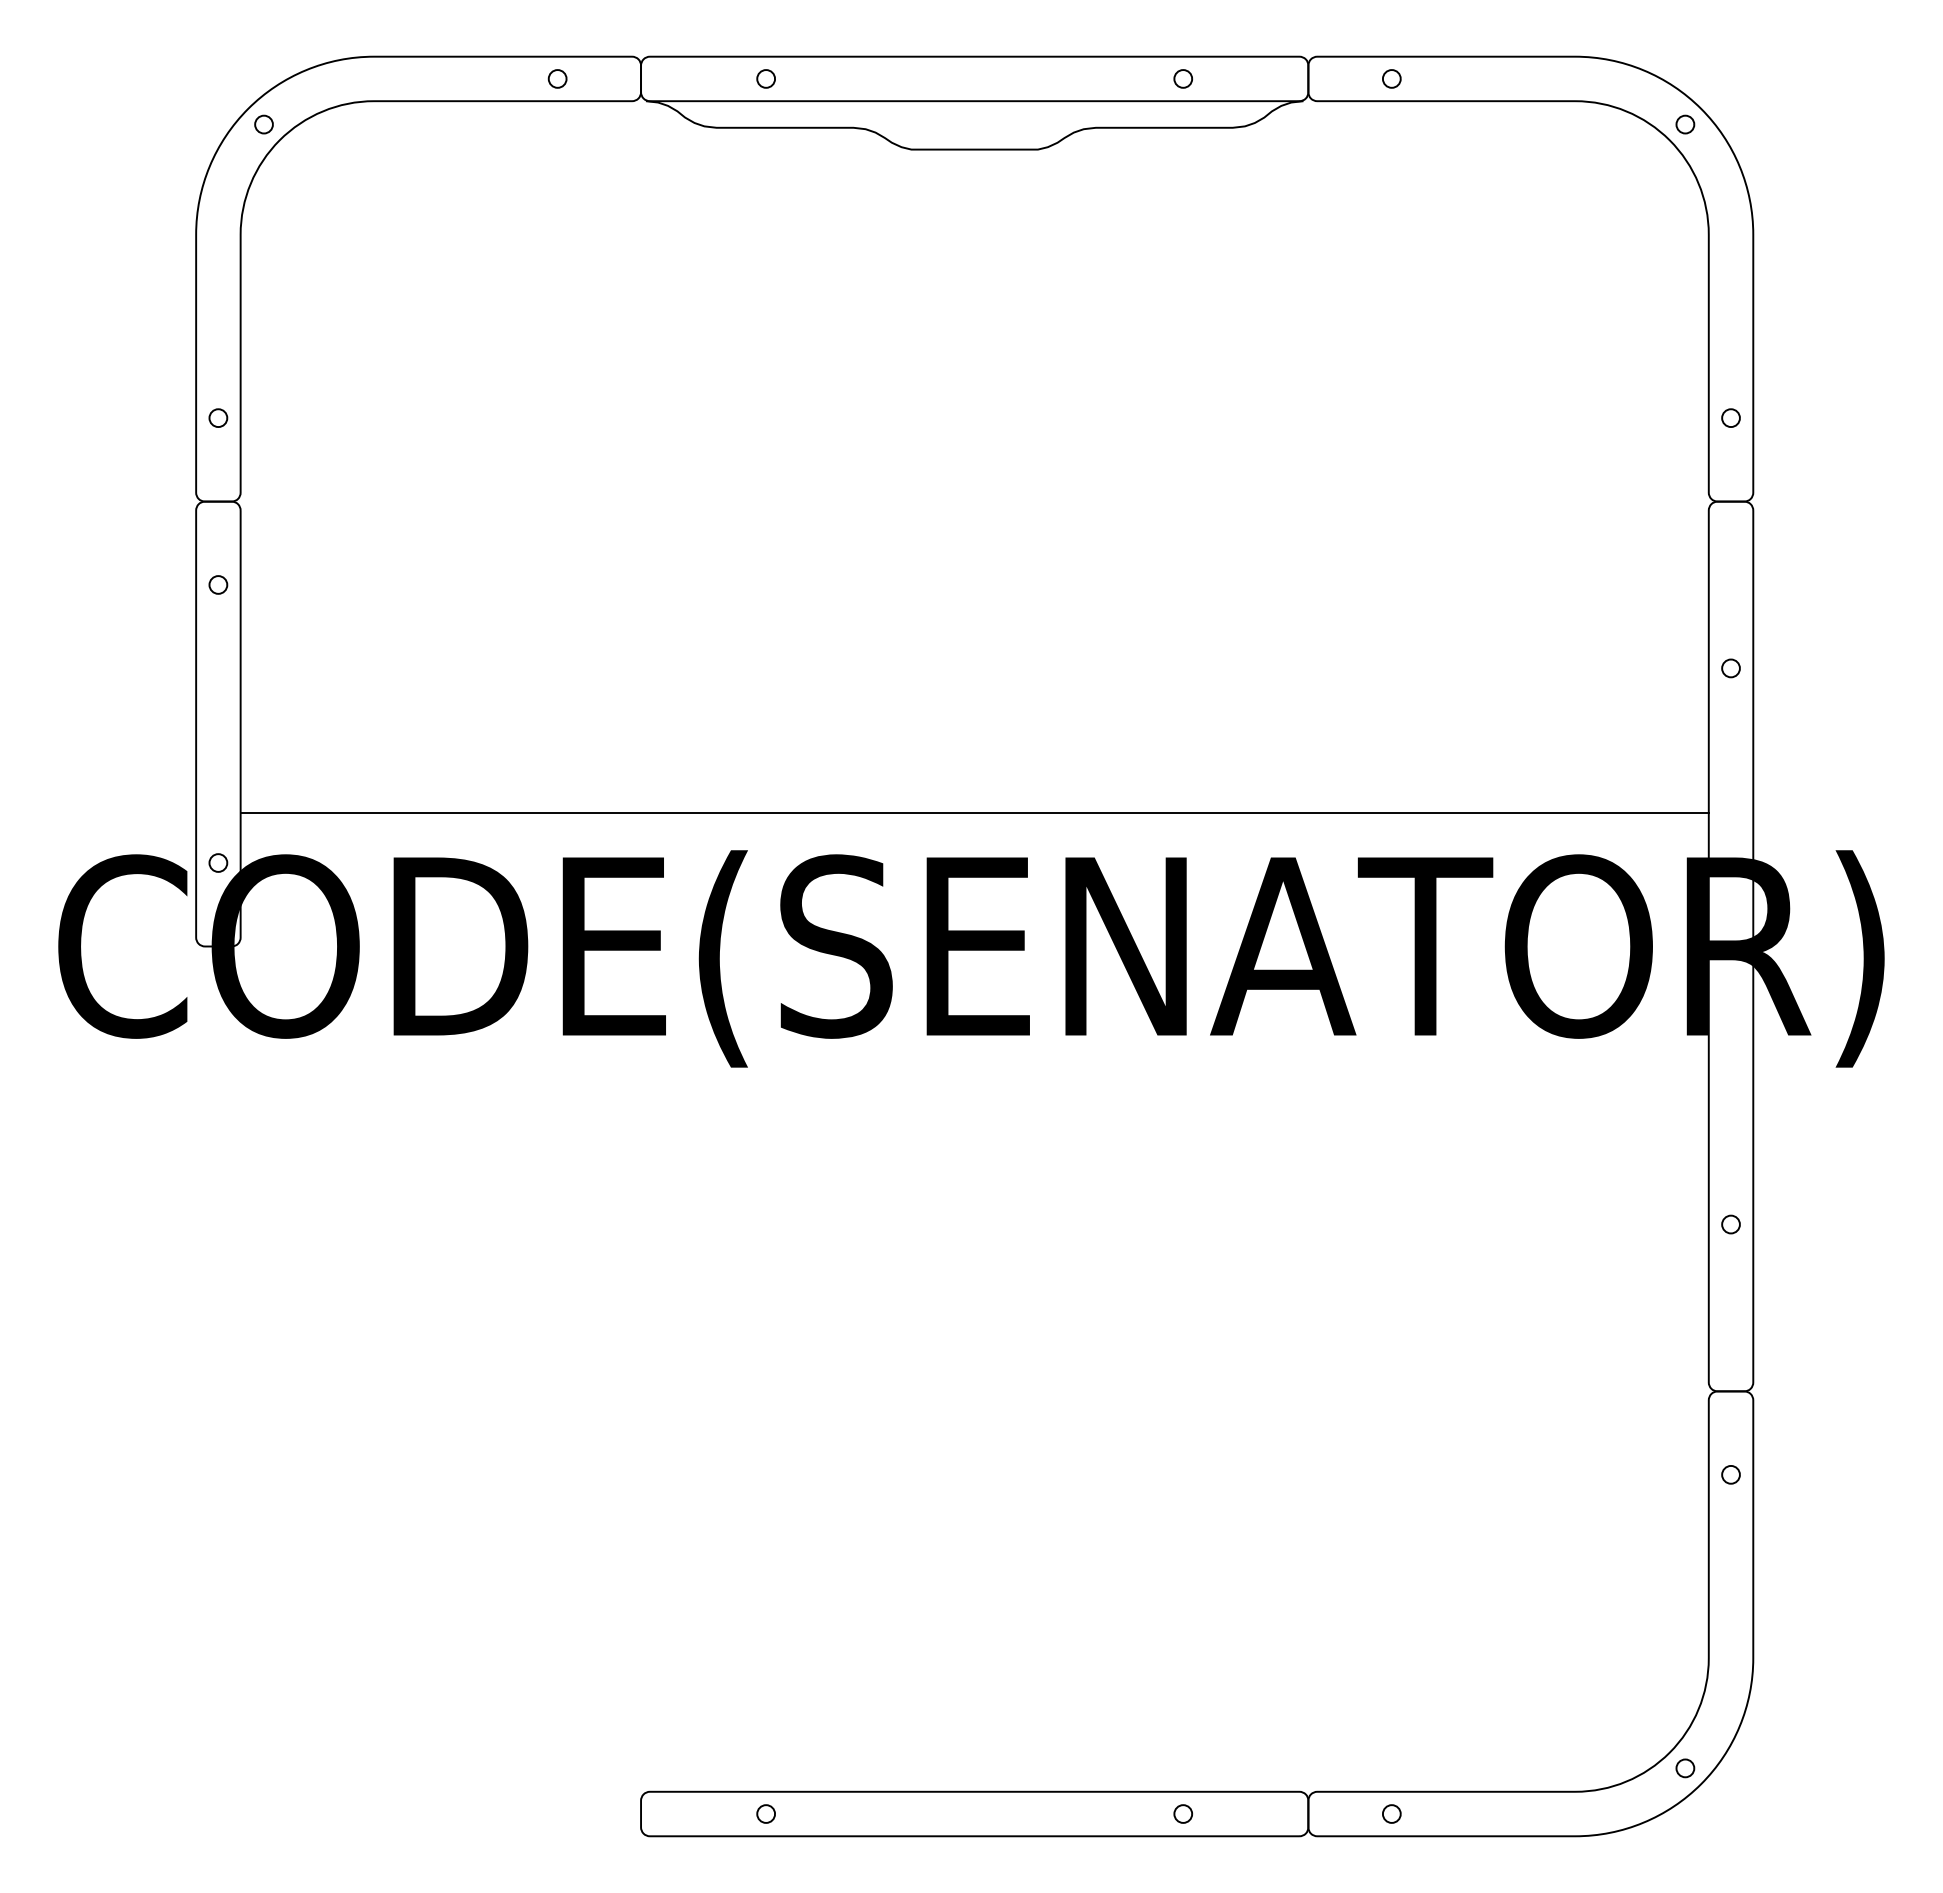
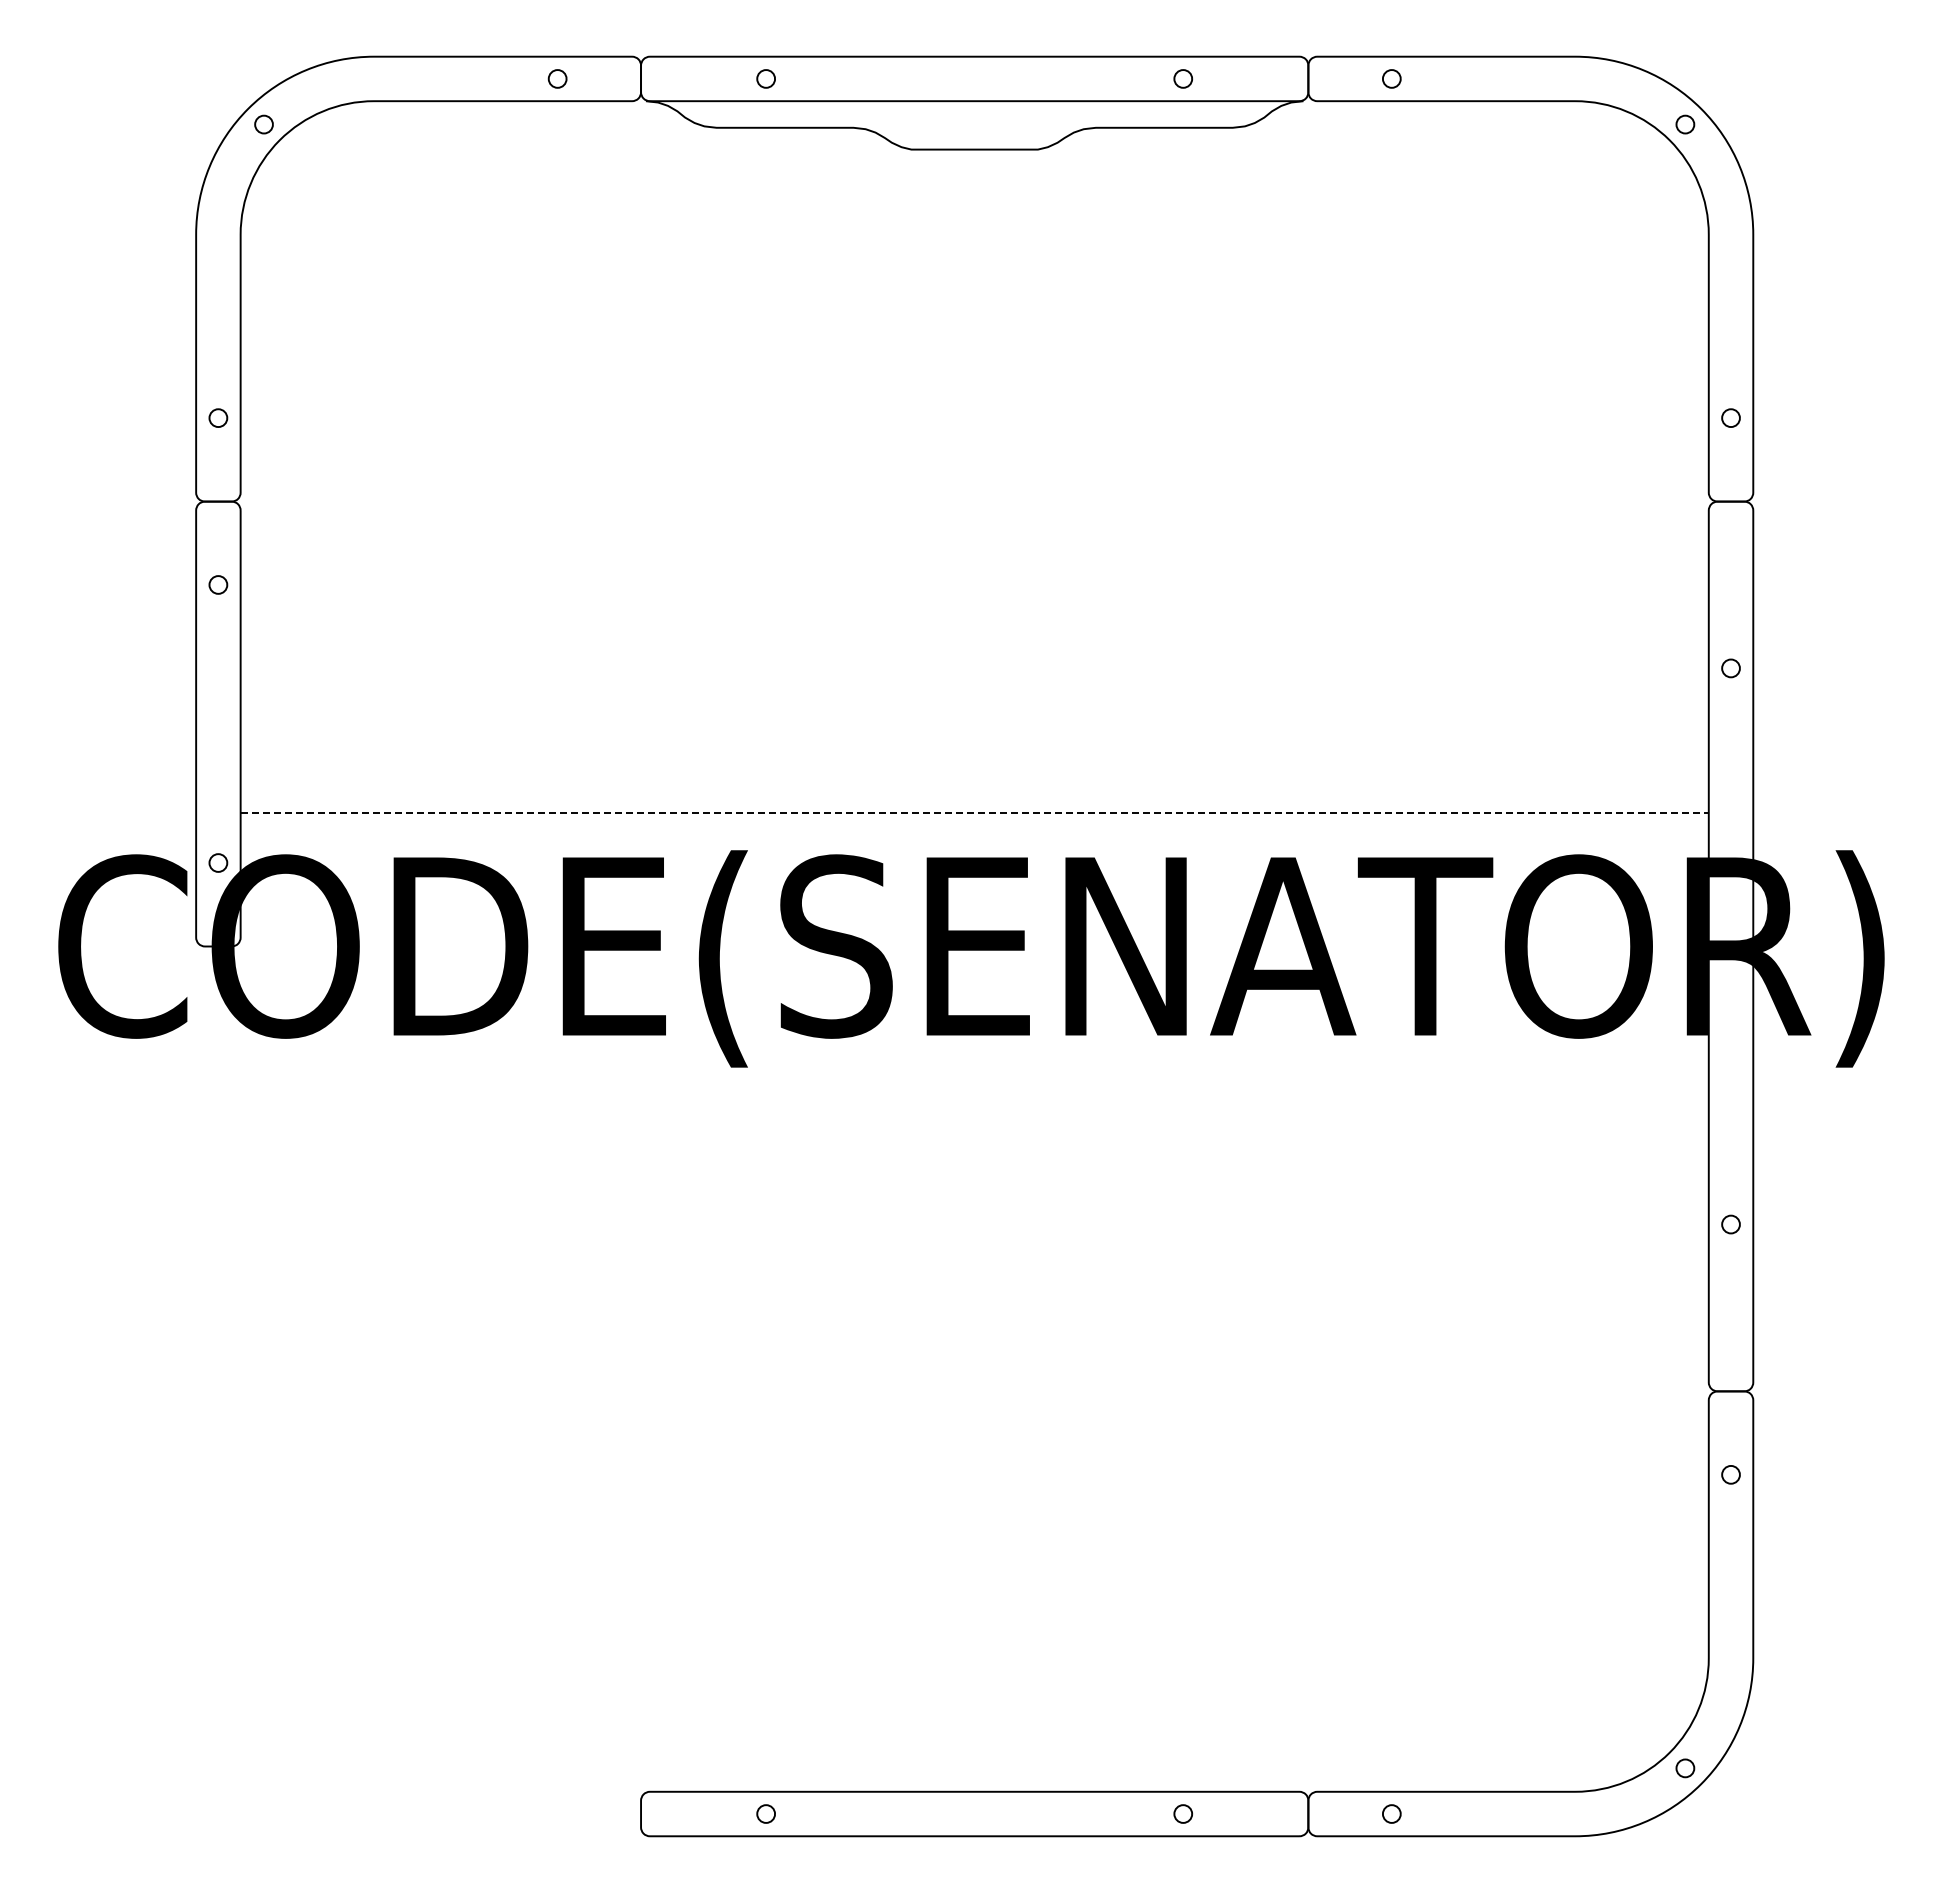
line at (975, 813): solid -> dashed
